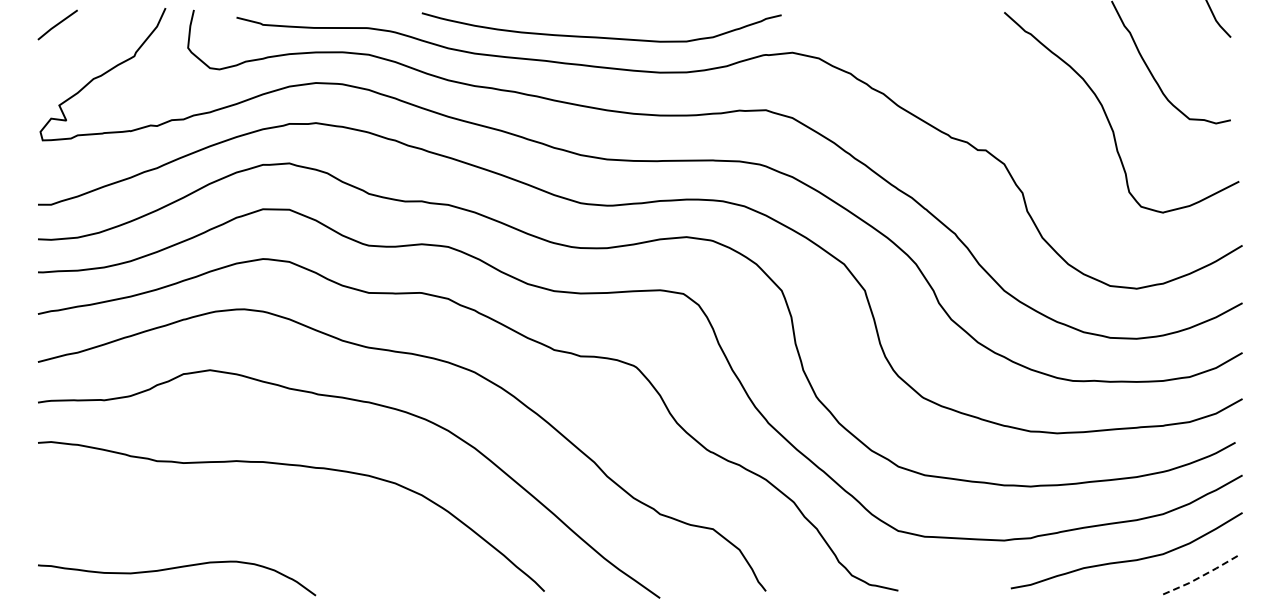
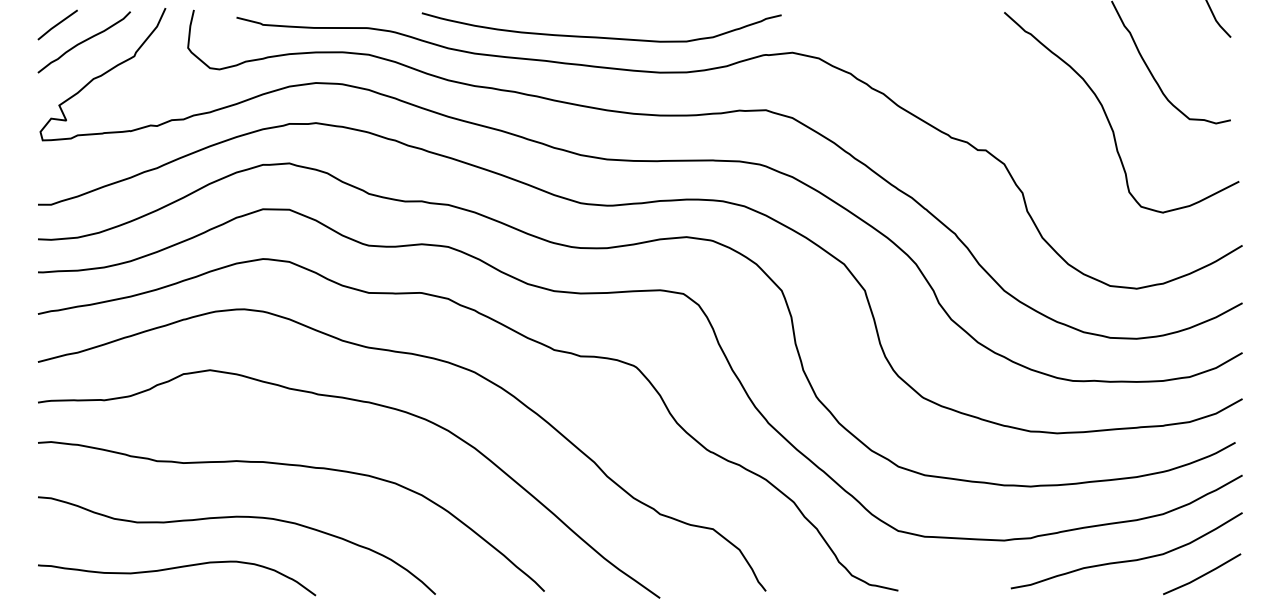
curve at (83, 42): none -> present
curve at (236, 517): none -> present
line at (1203, 575): dashed -> solid
